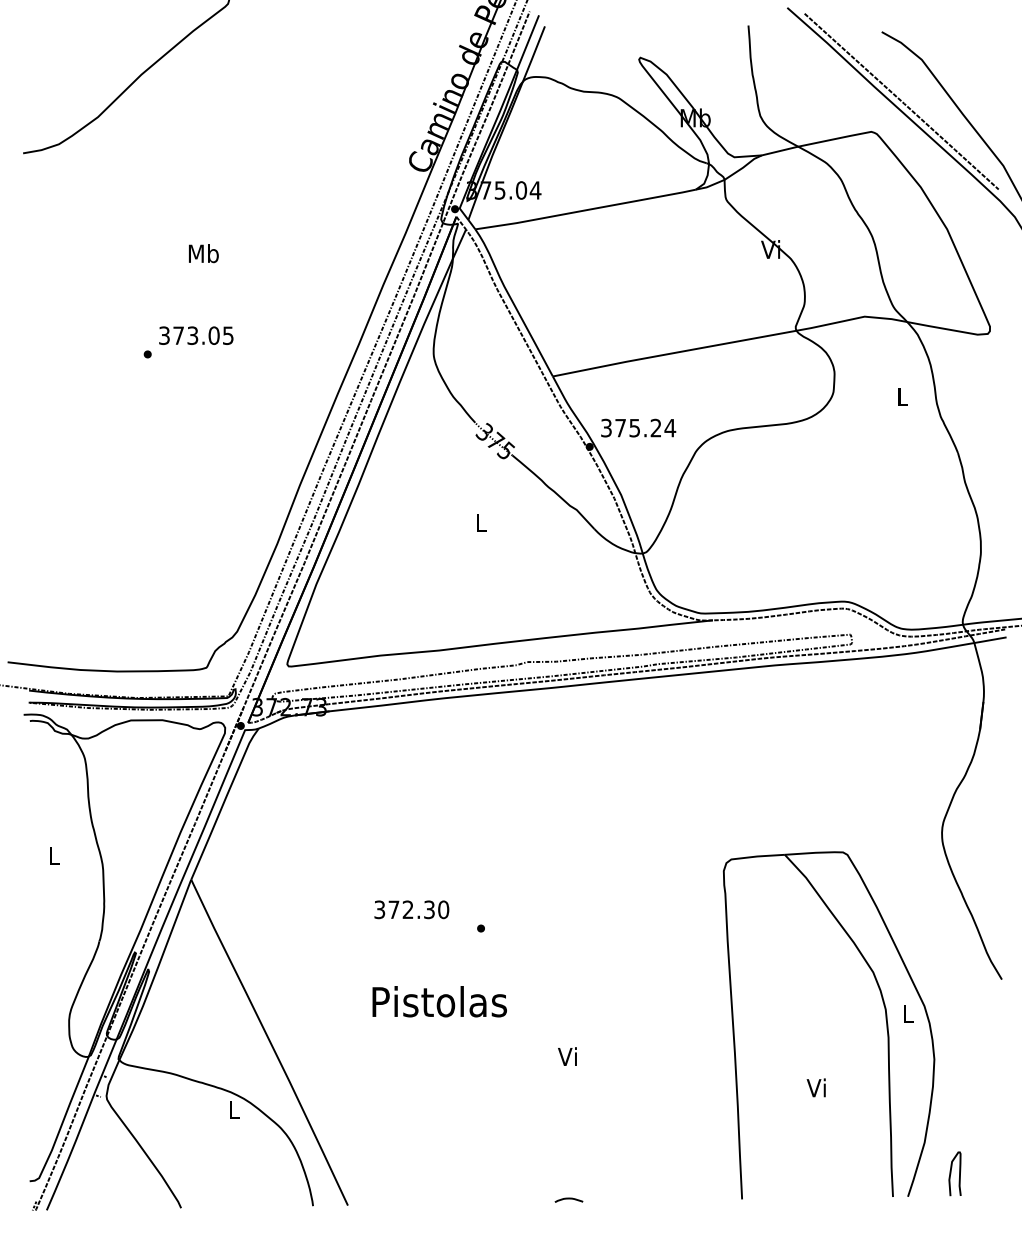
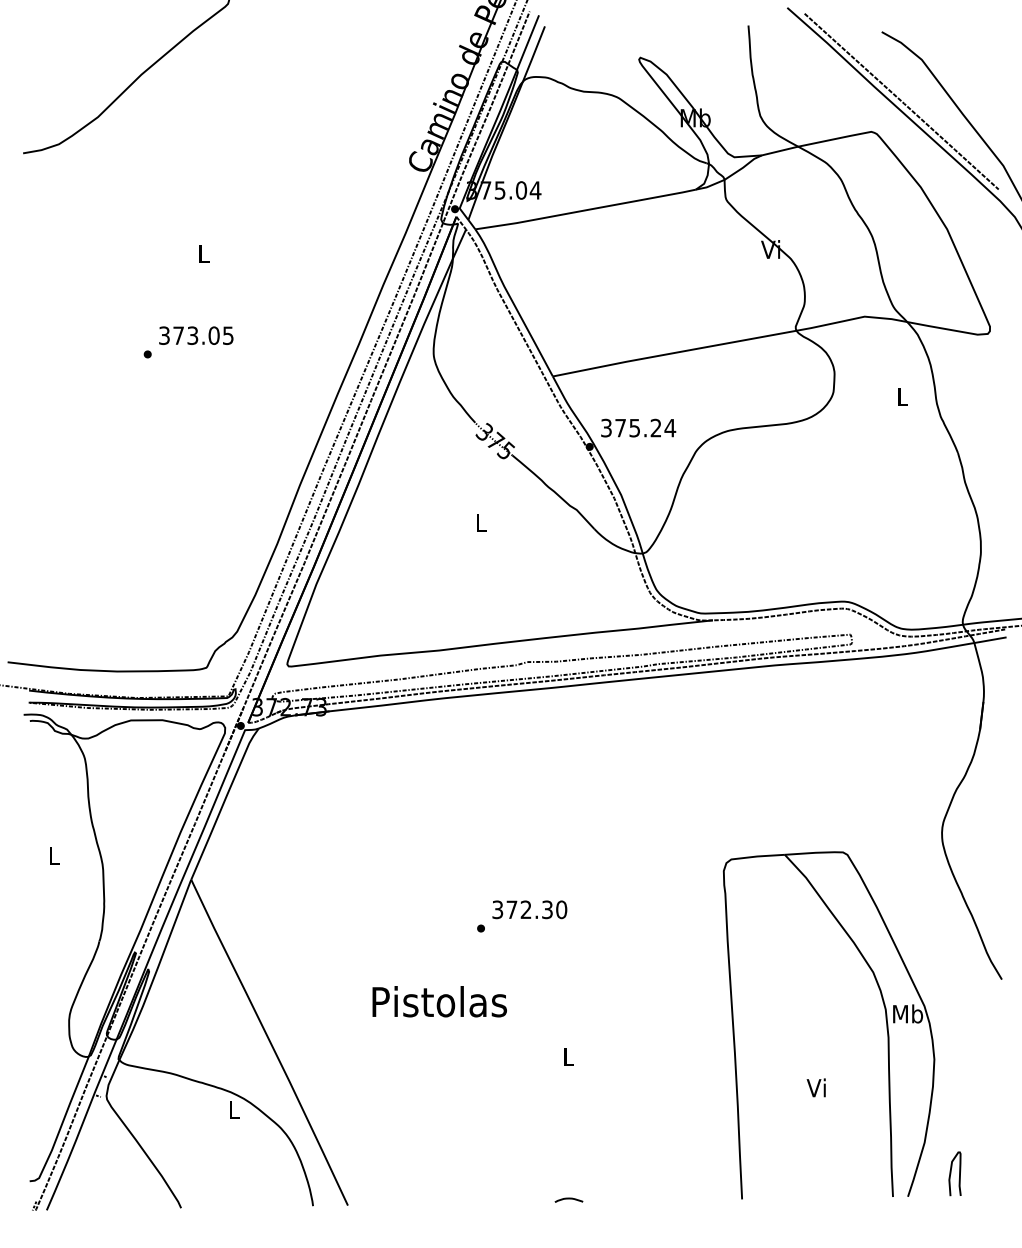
text at (203, 253): Mb -> L
text at (411, 909) position: (411, 909) -> (529, 909)
text at (908, 1013): L -> Mb
text at (567, 1056): Vi -> L
